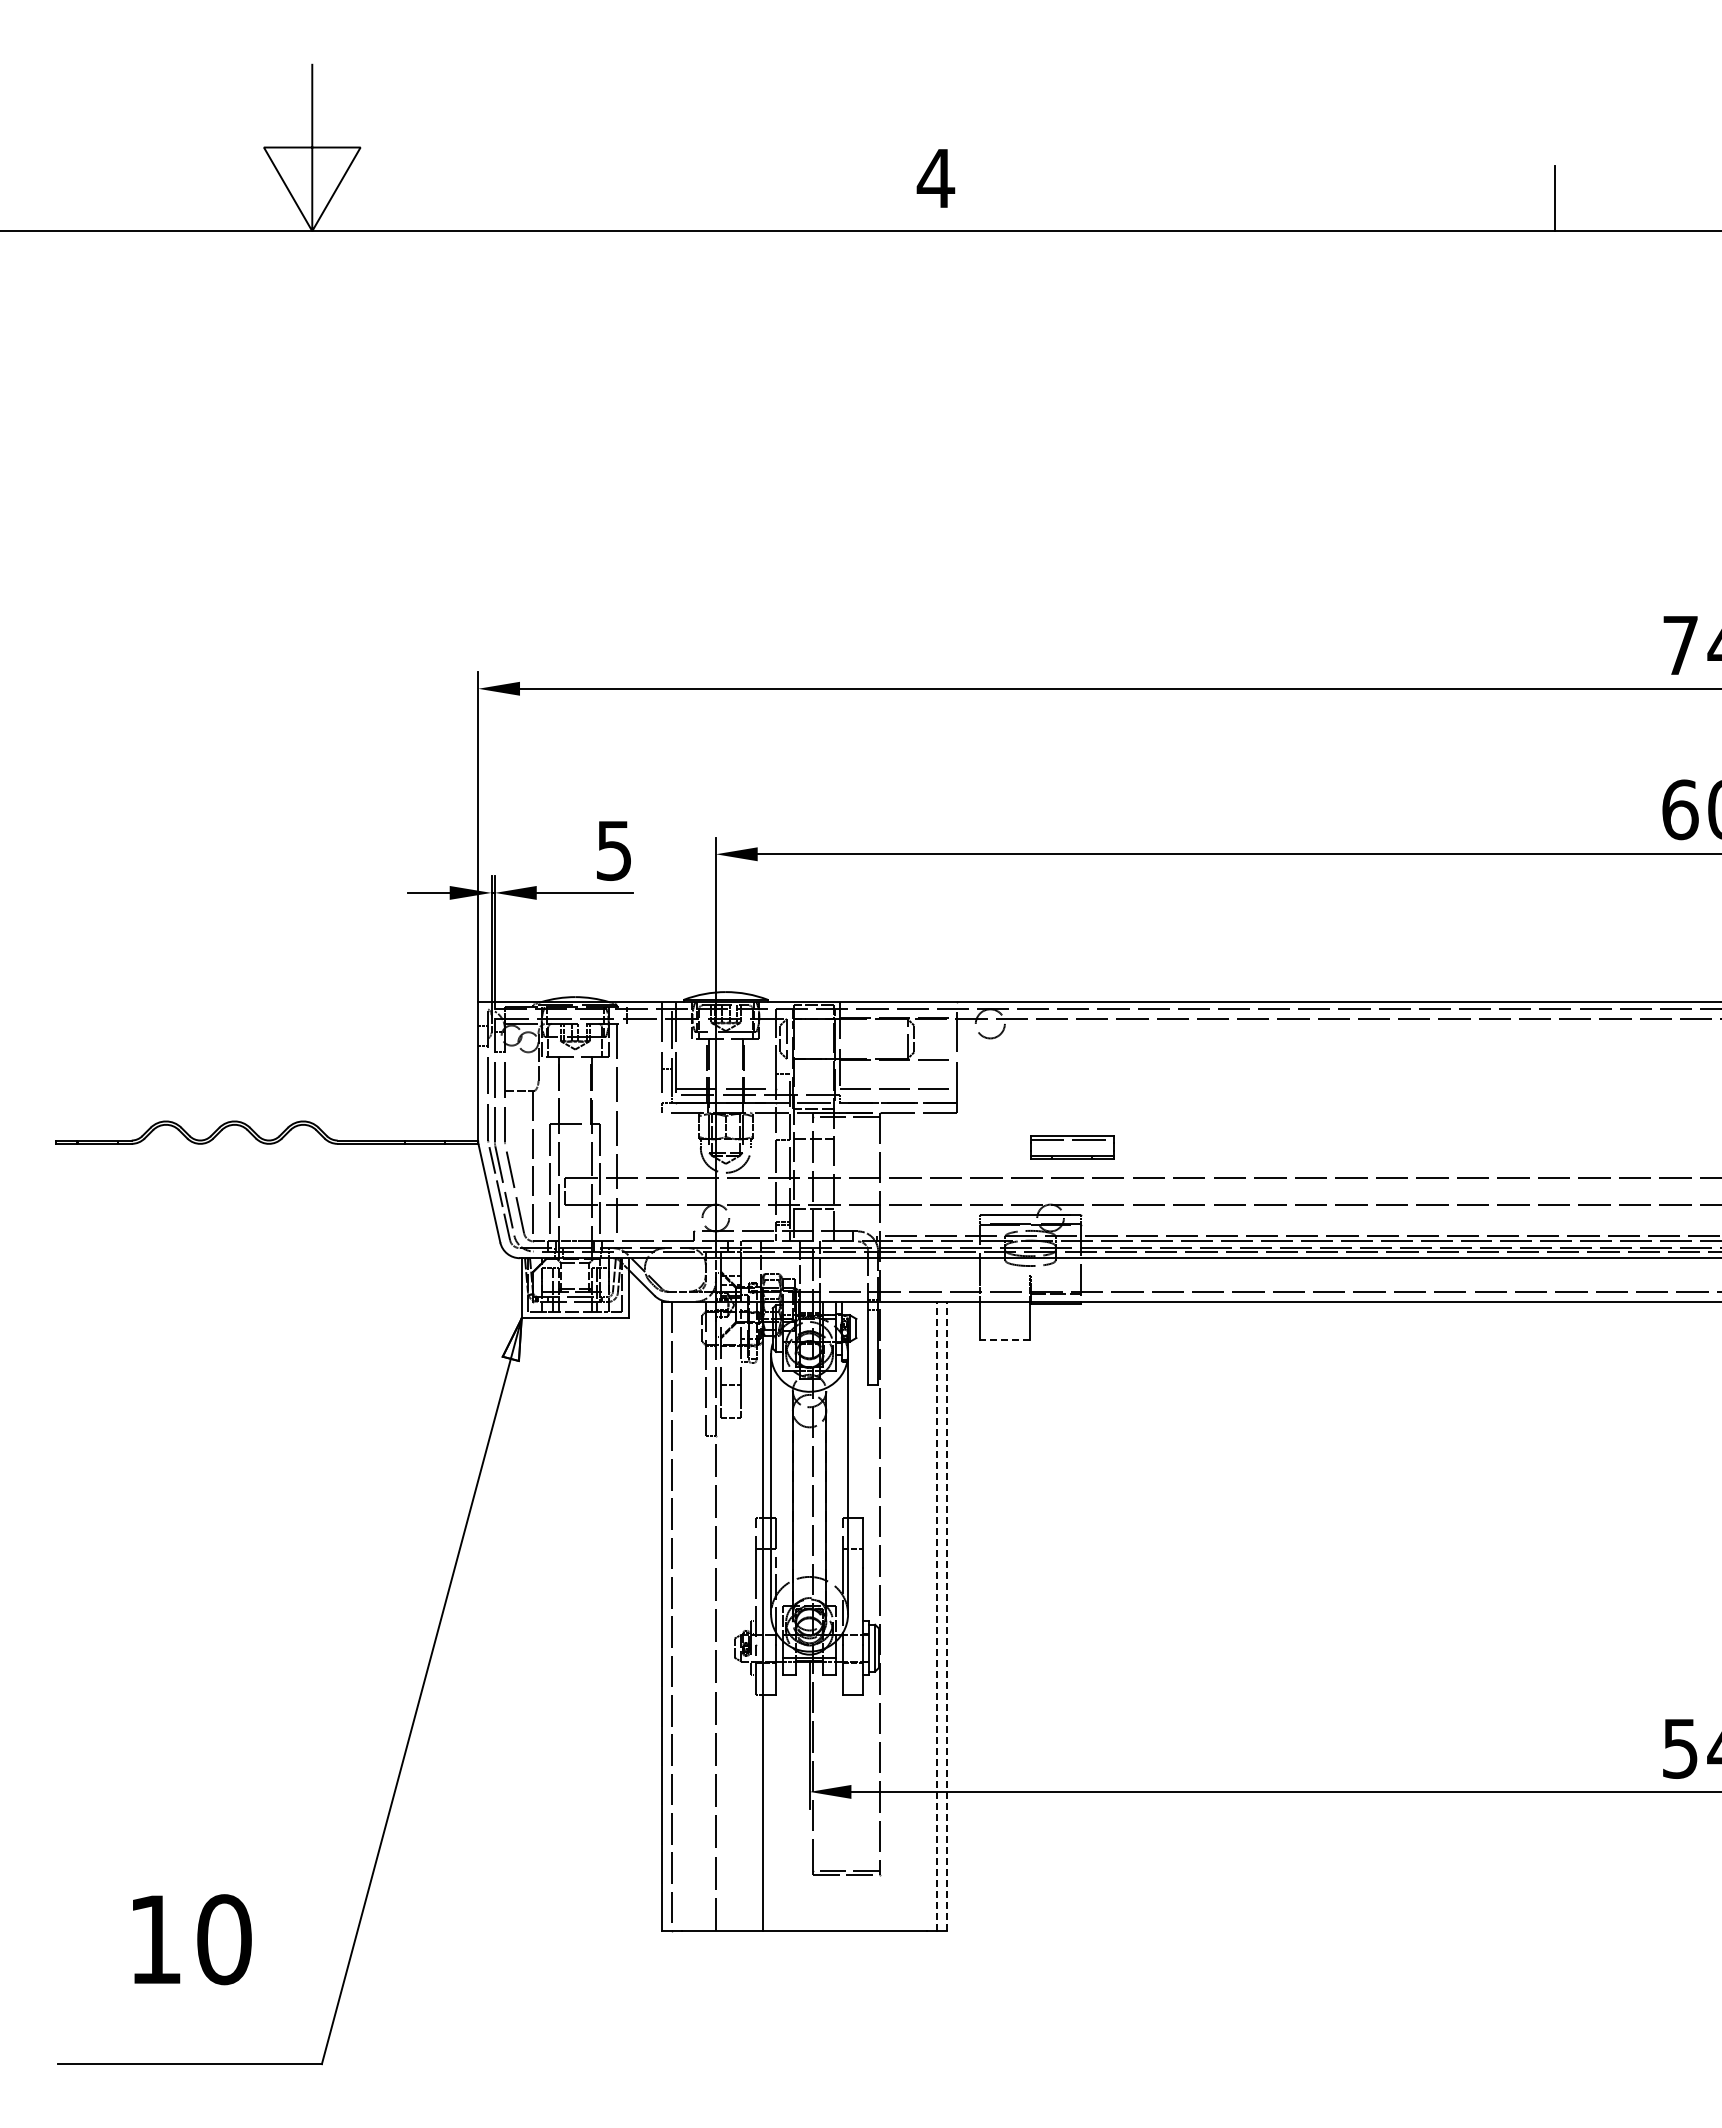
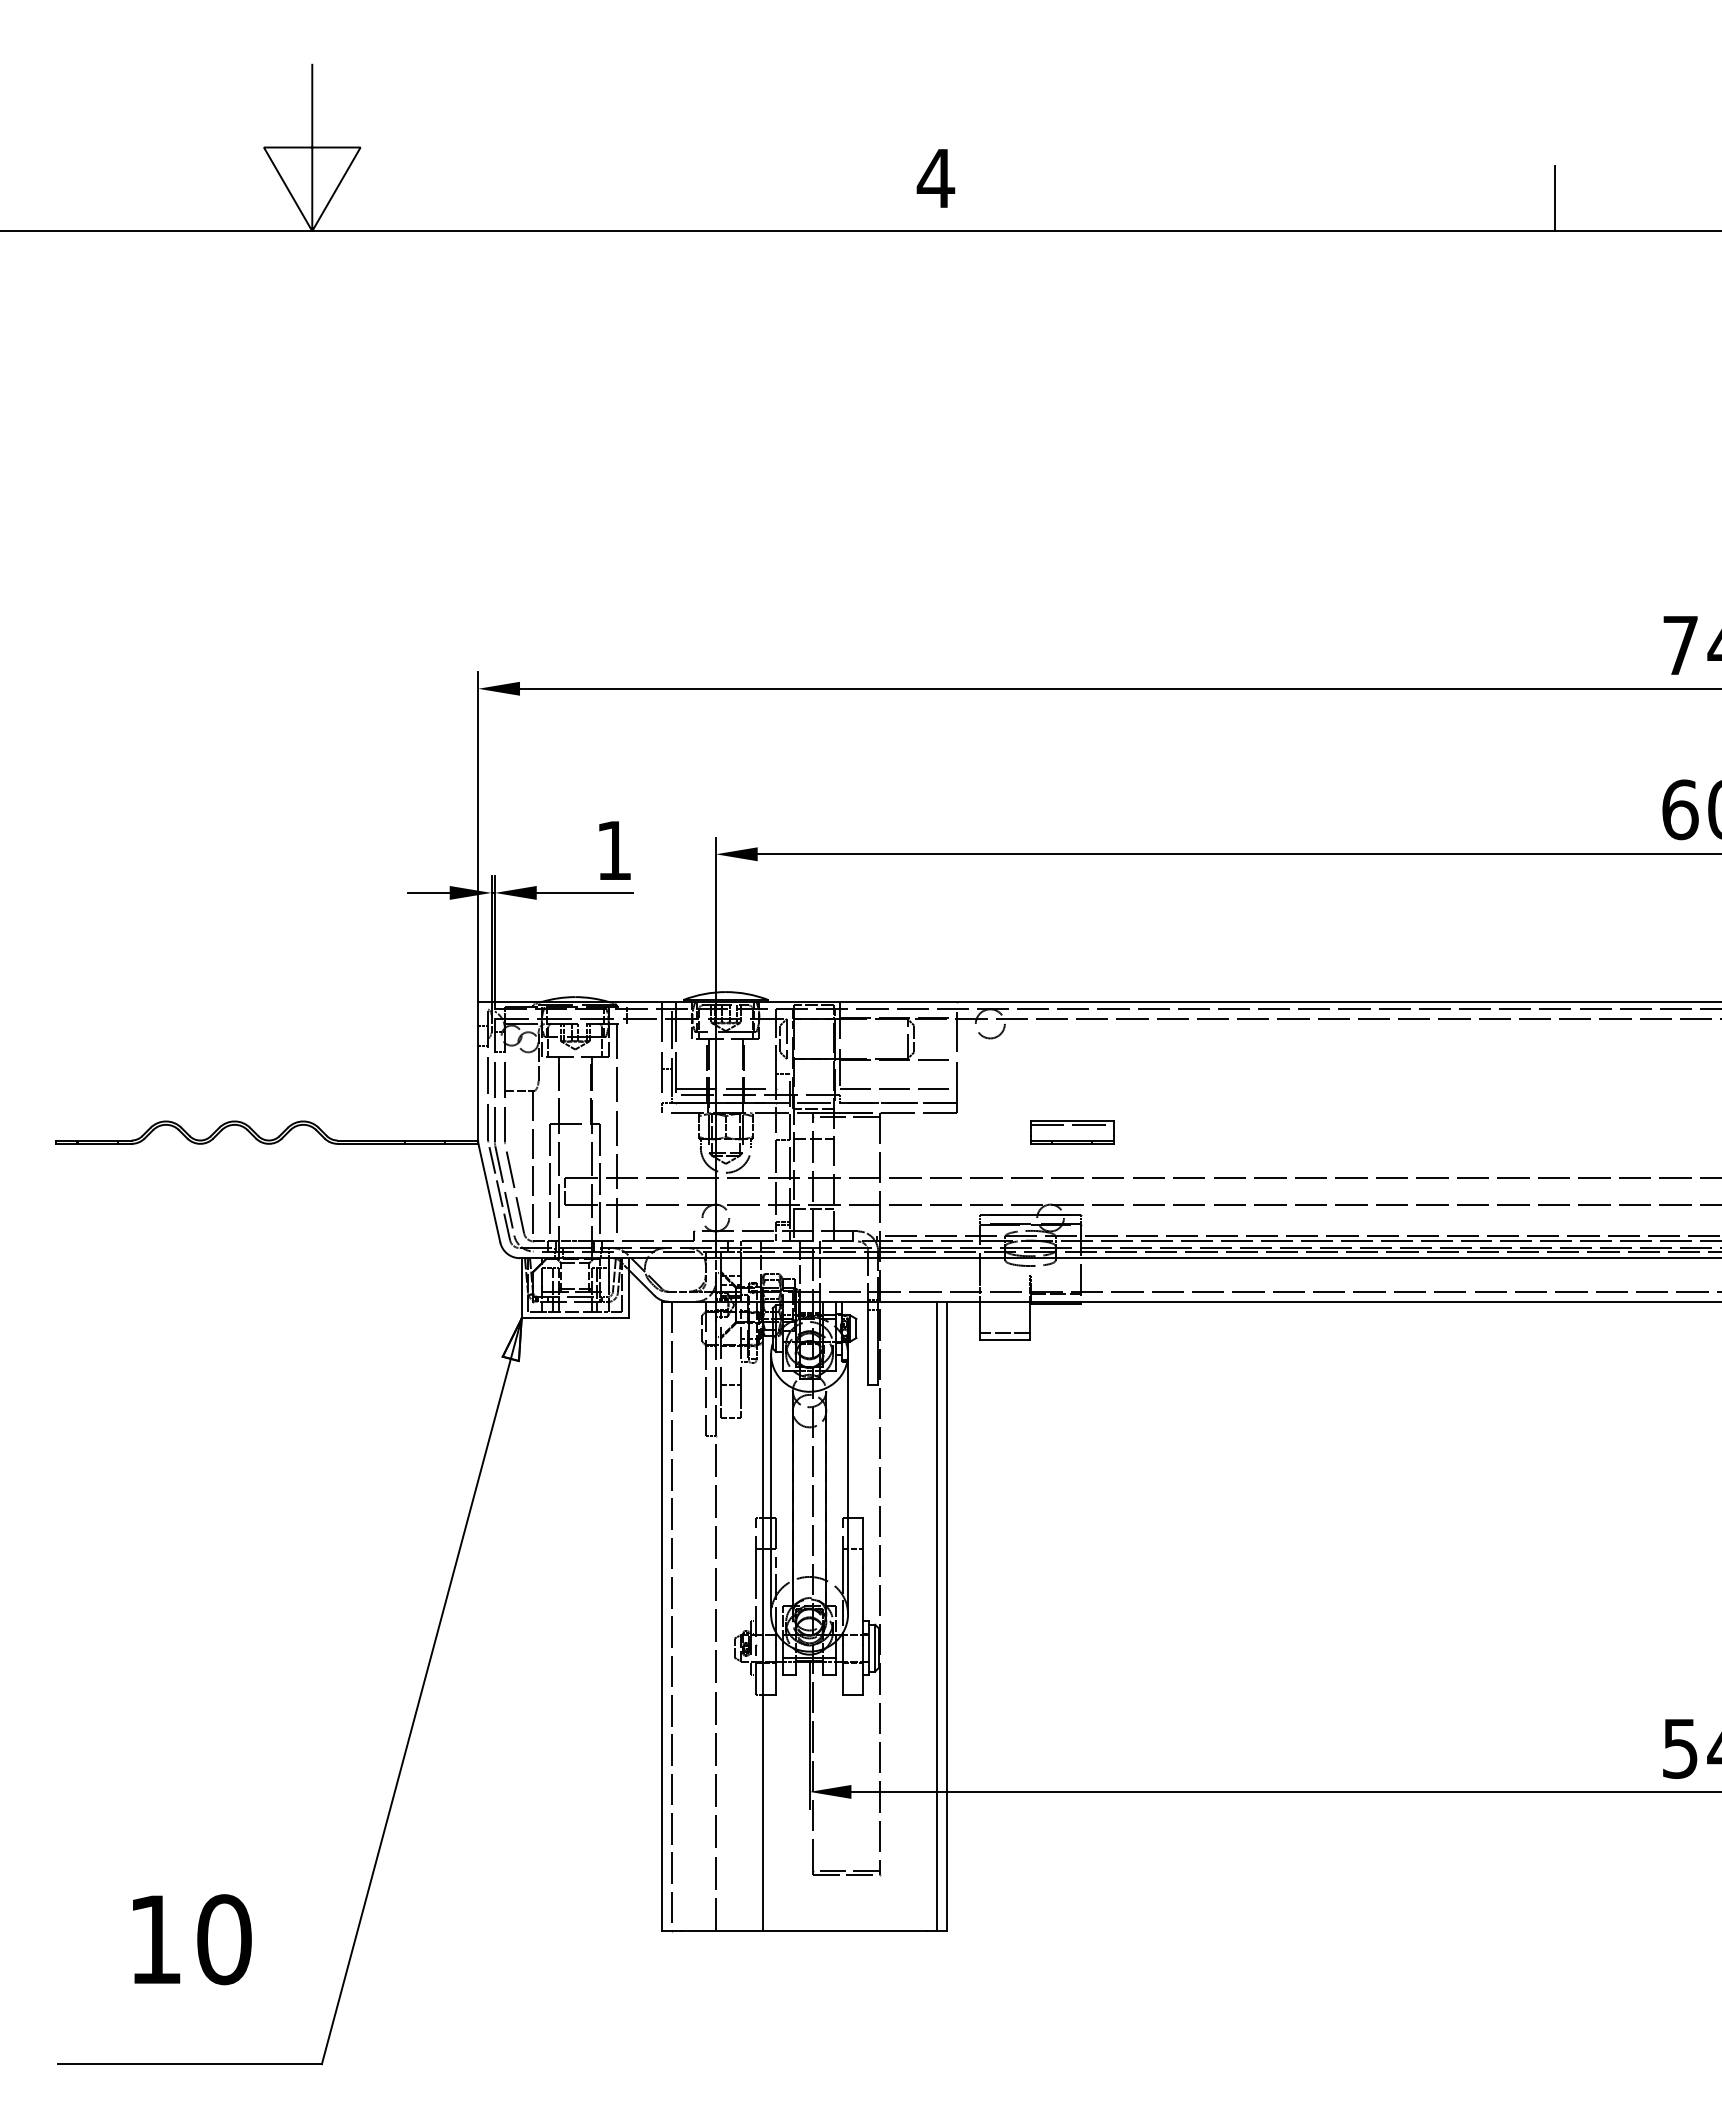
text at (613, 850): 5 -> 1
part at (1072, 1147) position: (1072, 1147) -> (1072, 1132)
line at (1005, 1332): none -> present
line at (1005, 1340): dashed -> solid
line at (936, 1616): dashed -> solid
line at (946, 1616): dashed -> solid
